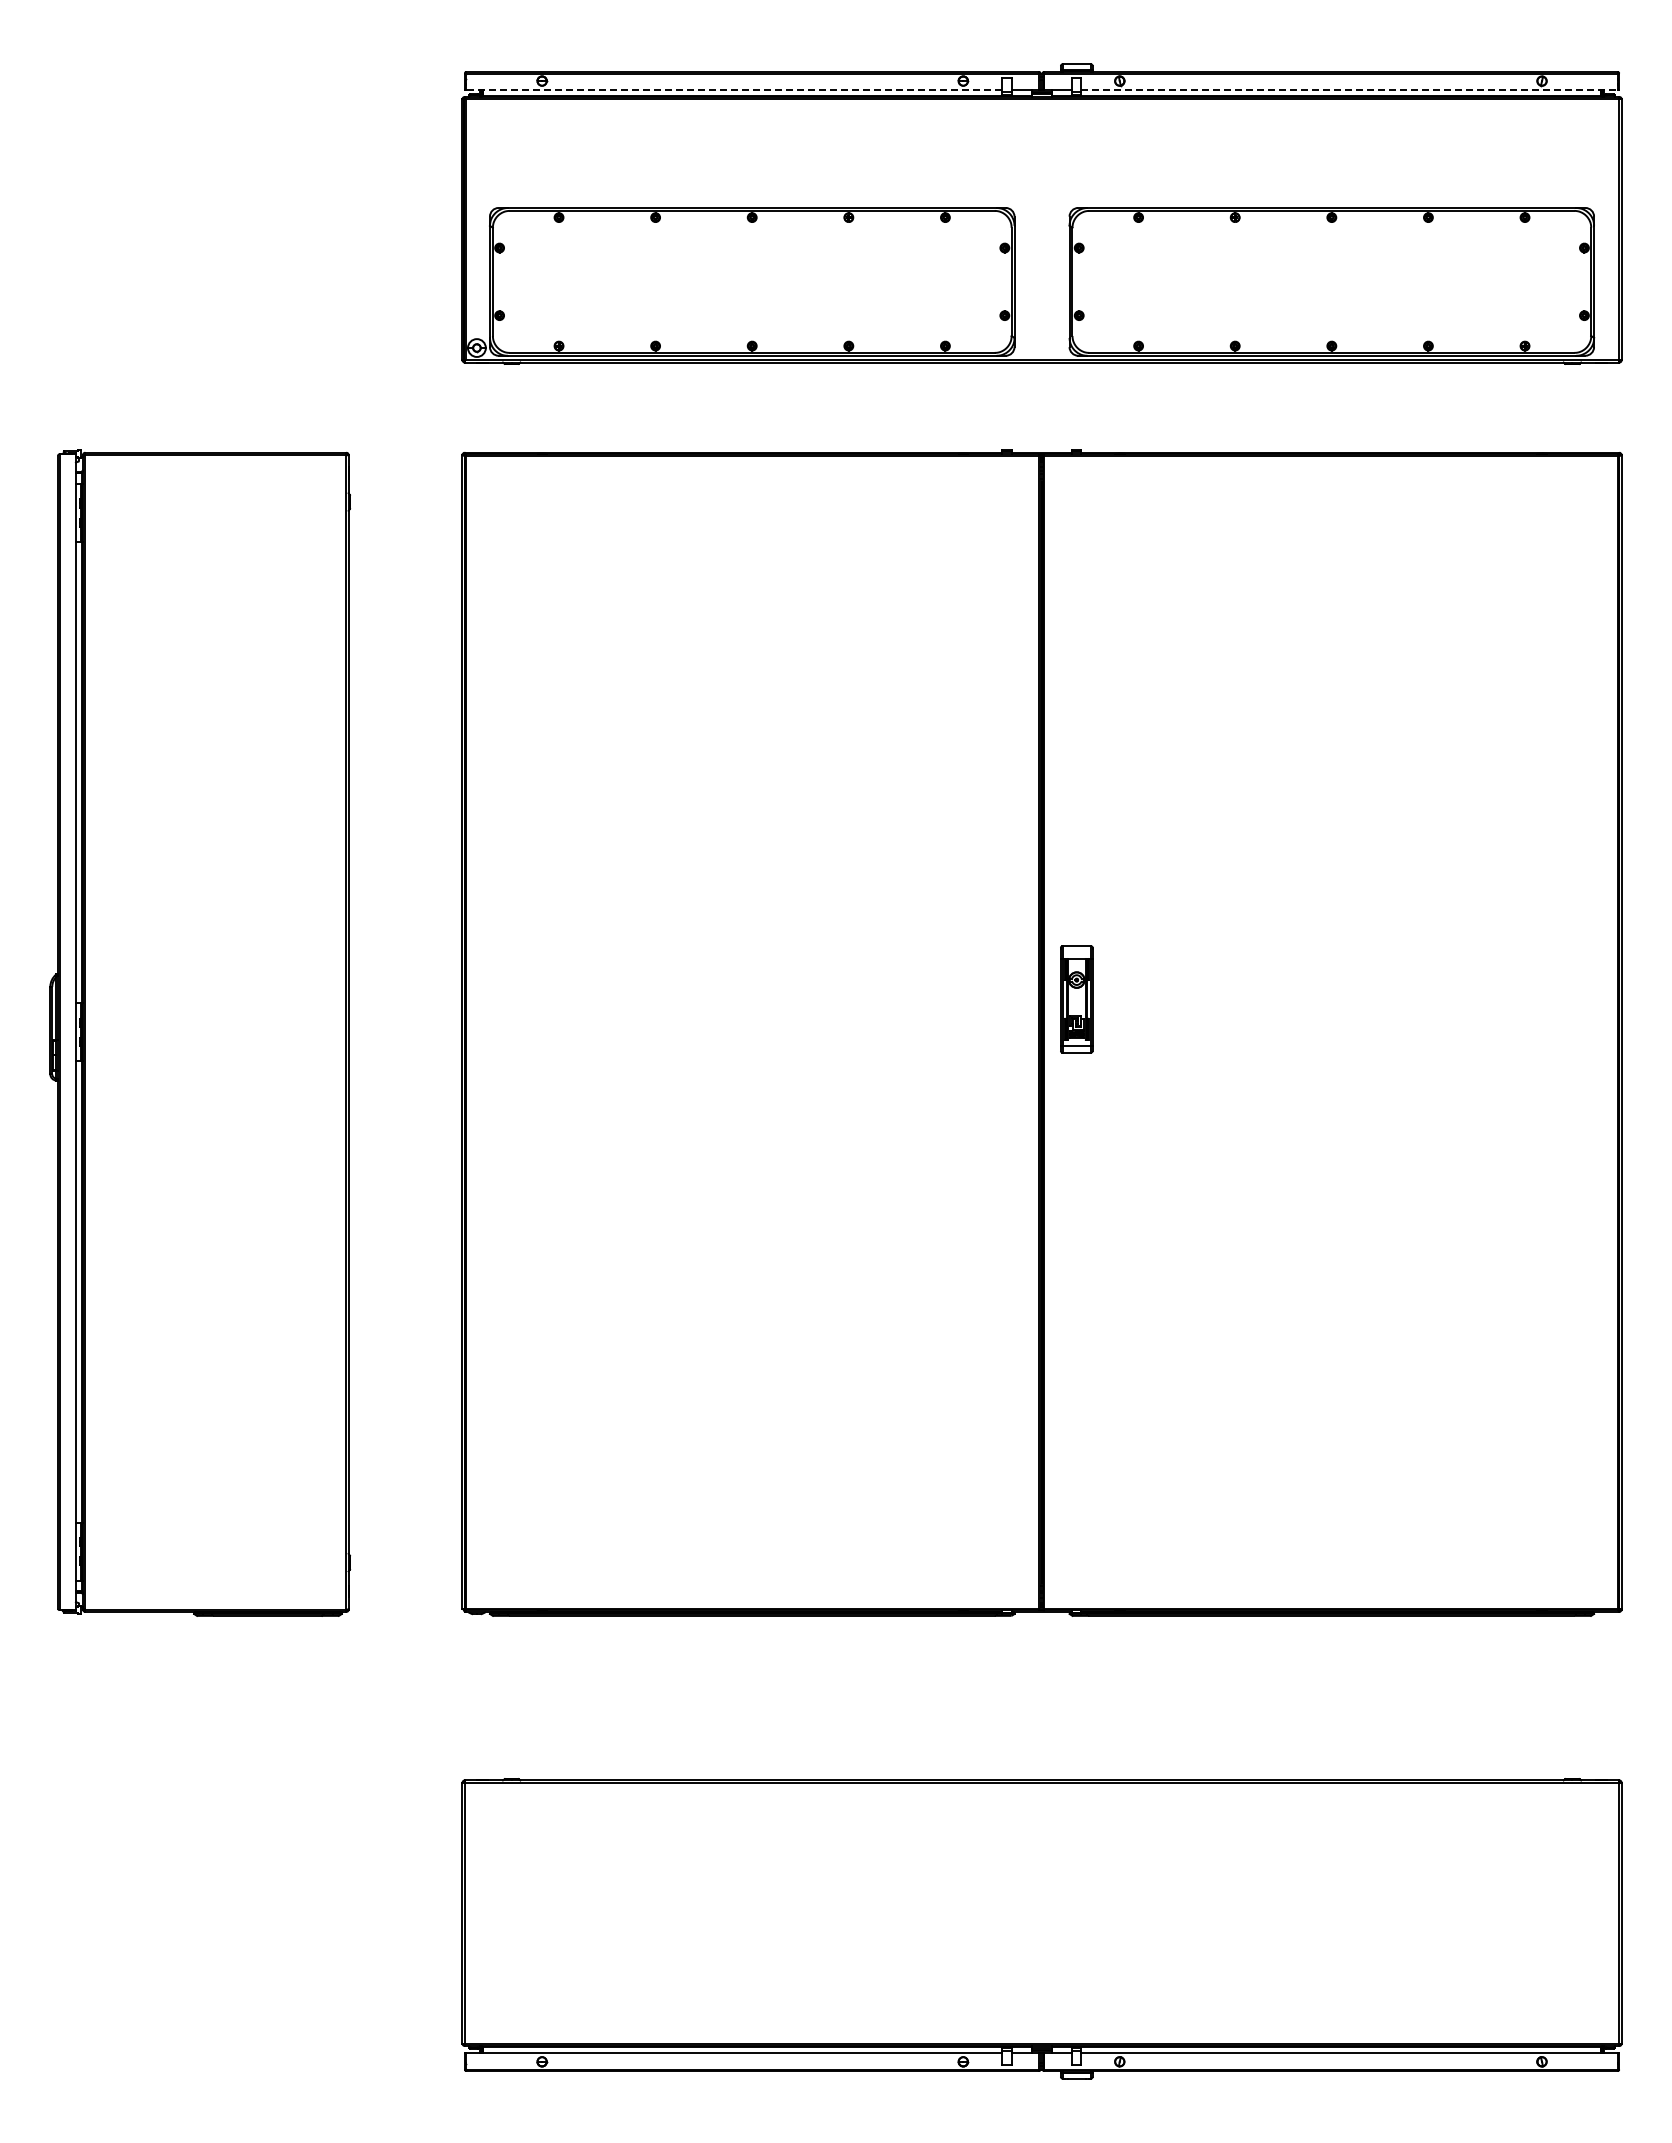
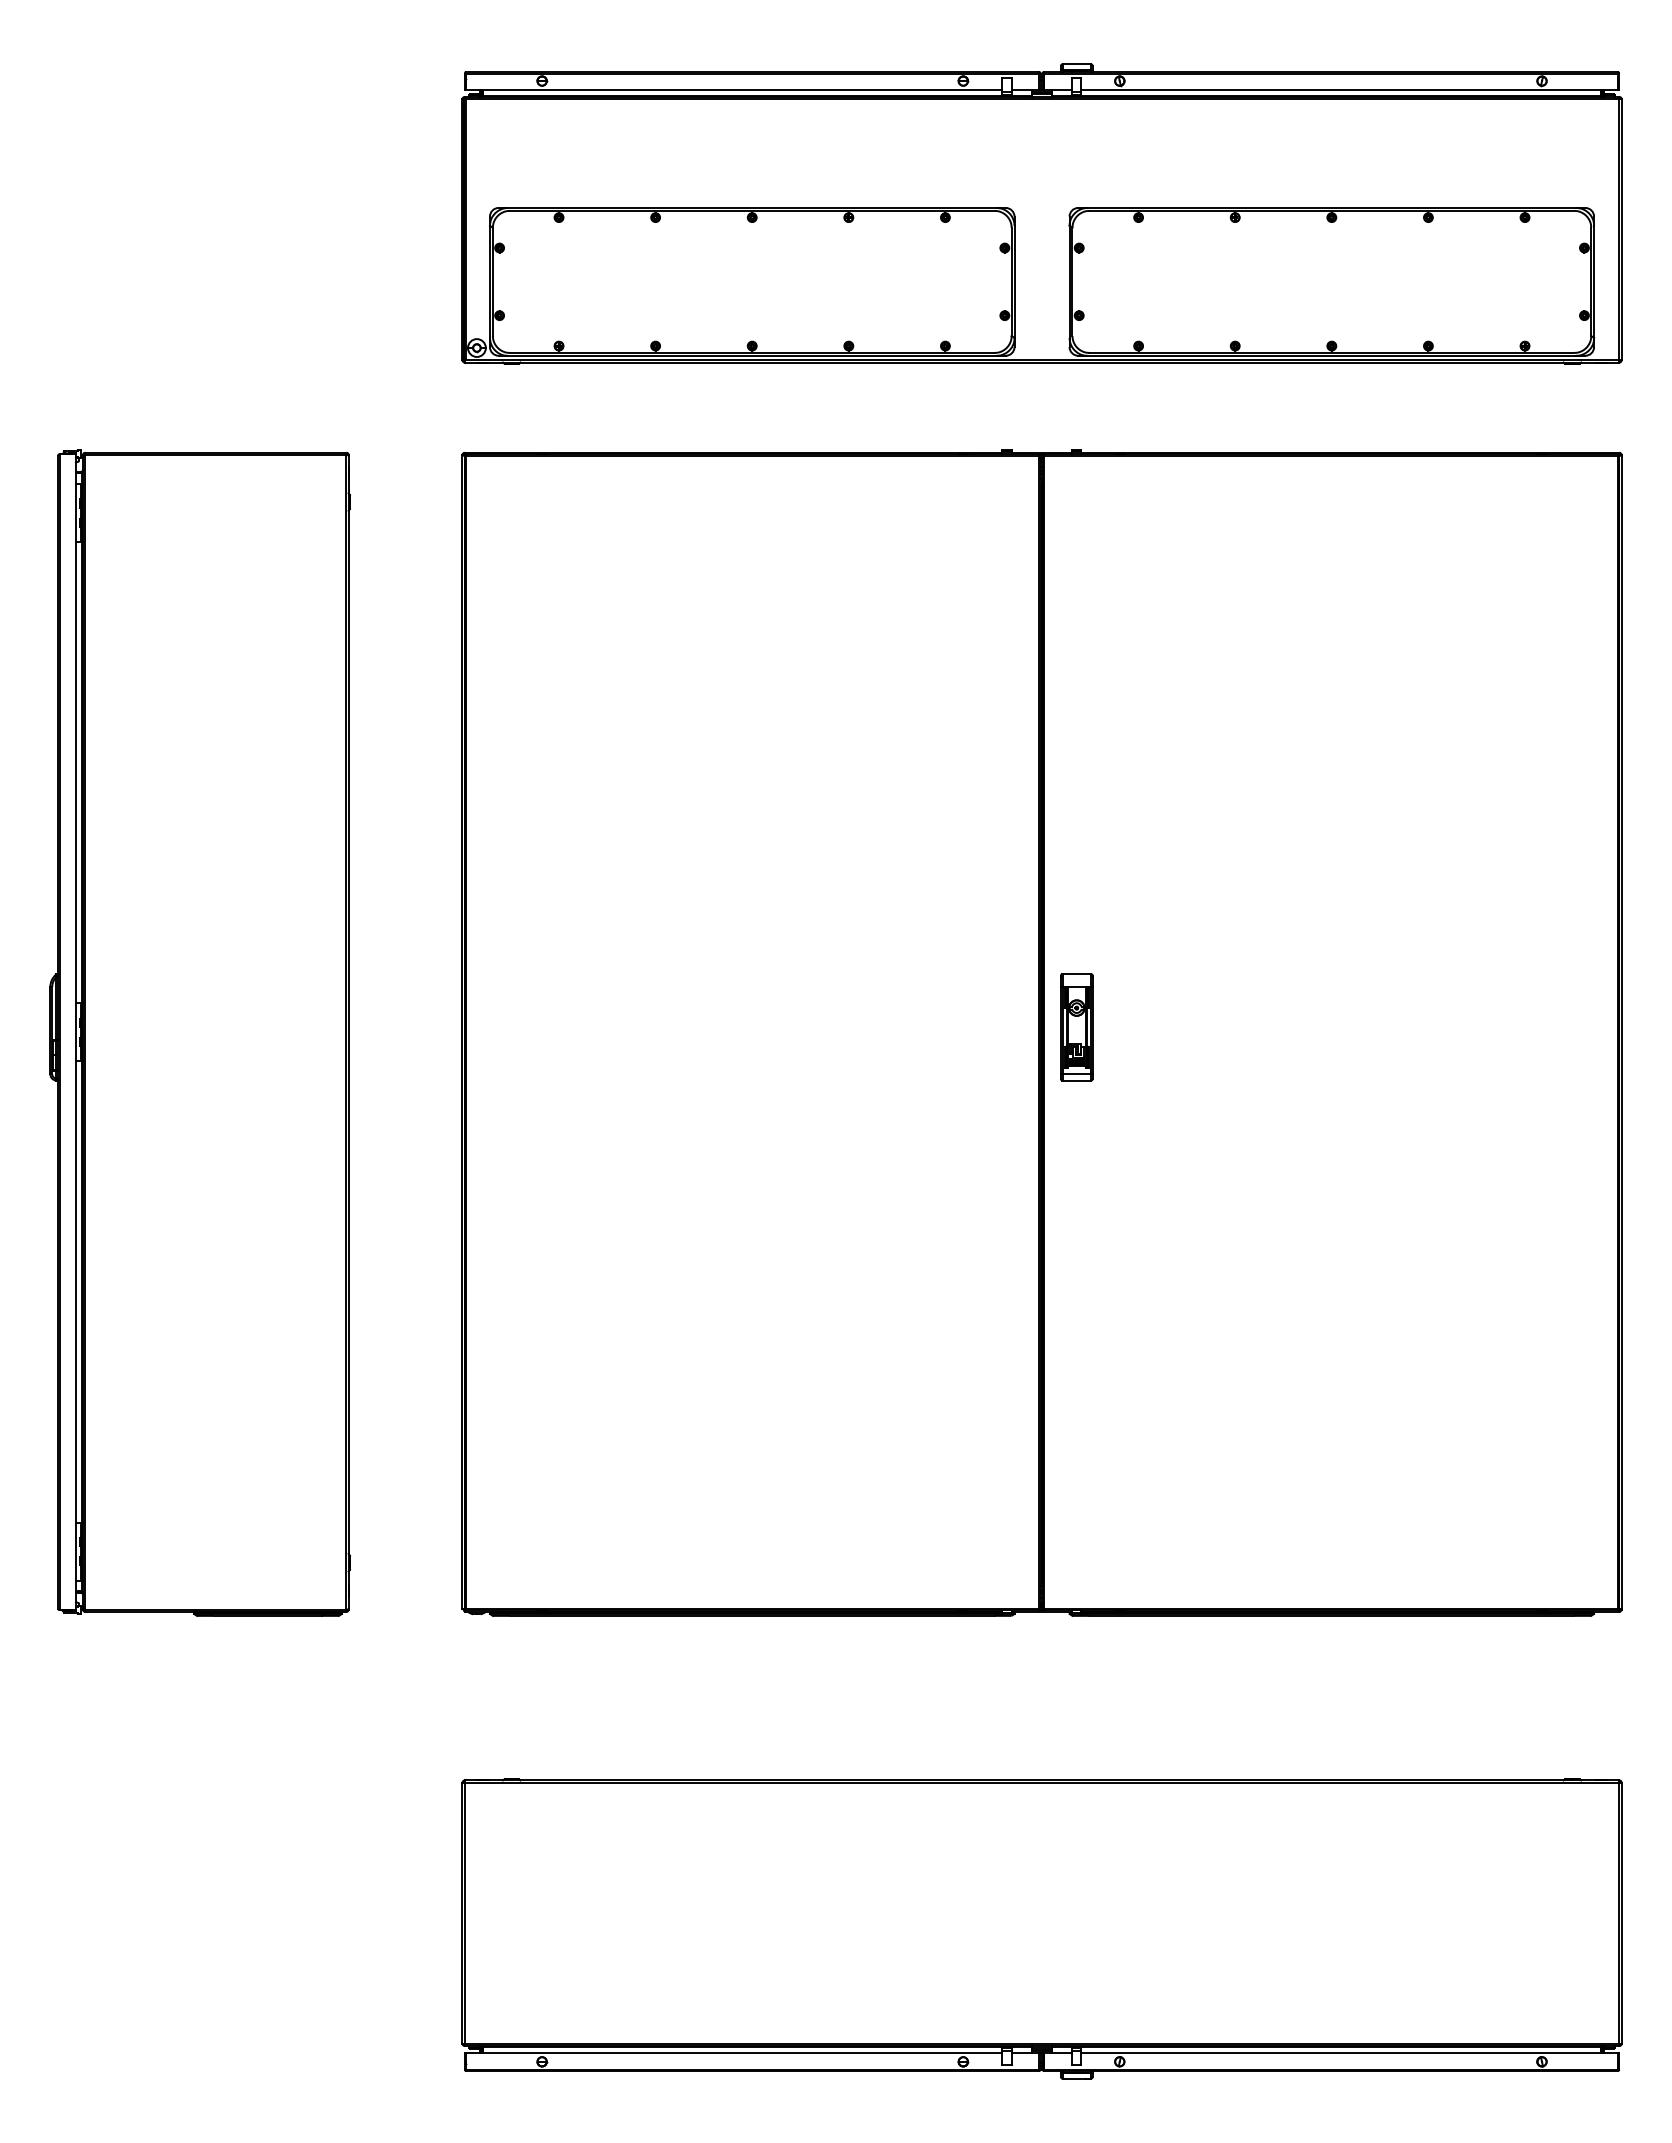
line at (734, 89): dashed -> solid
line at (1350, 89): dashed -> solid
part at (1076, 999) position: (1076, 999) -> (1076, 1027)
